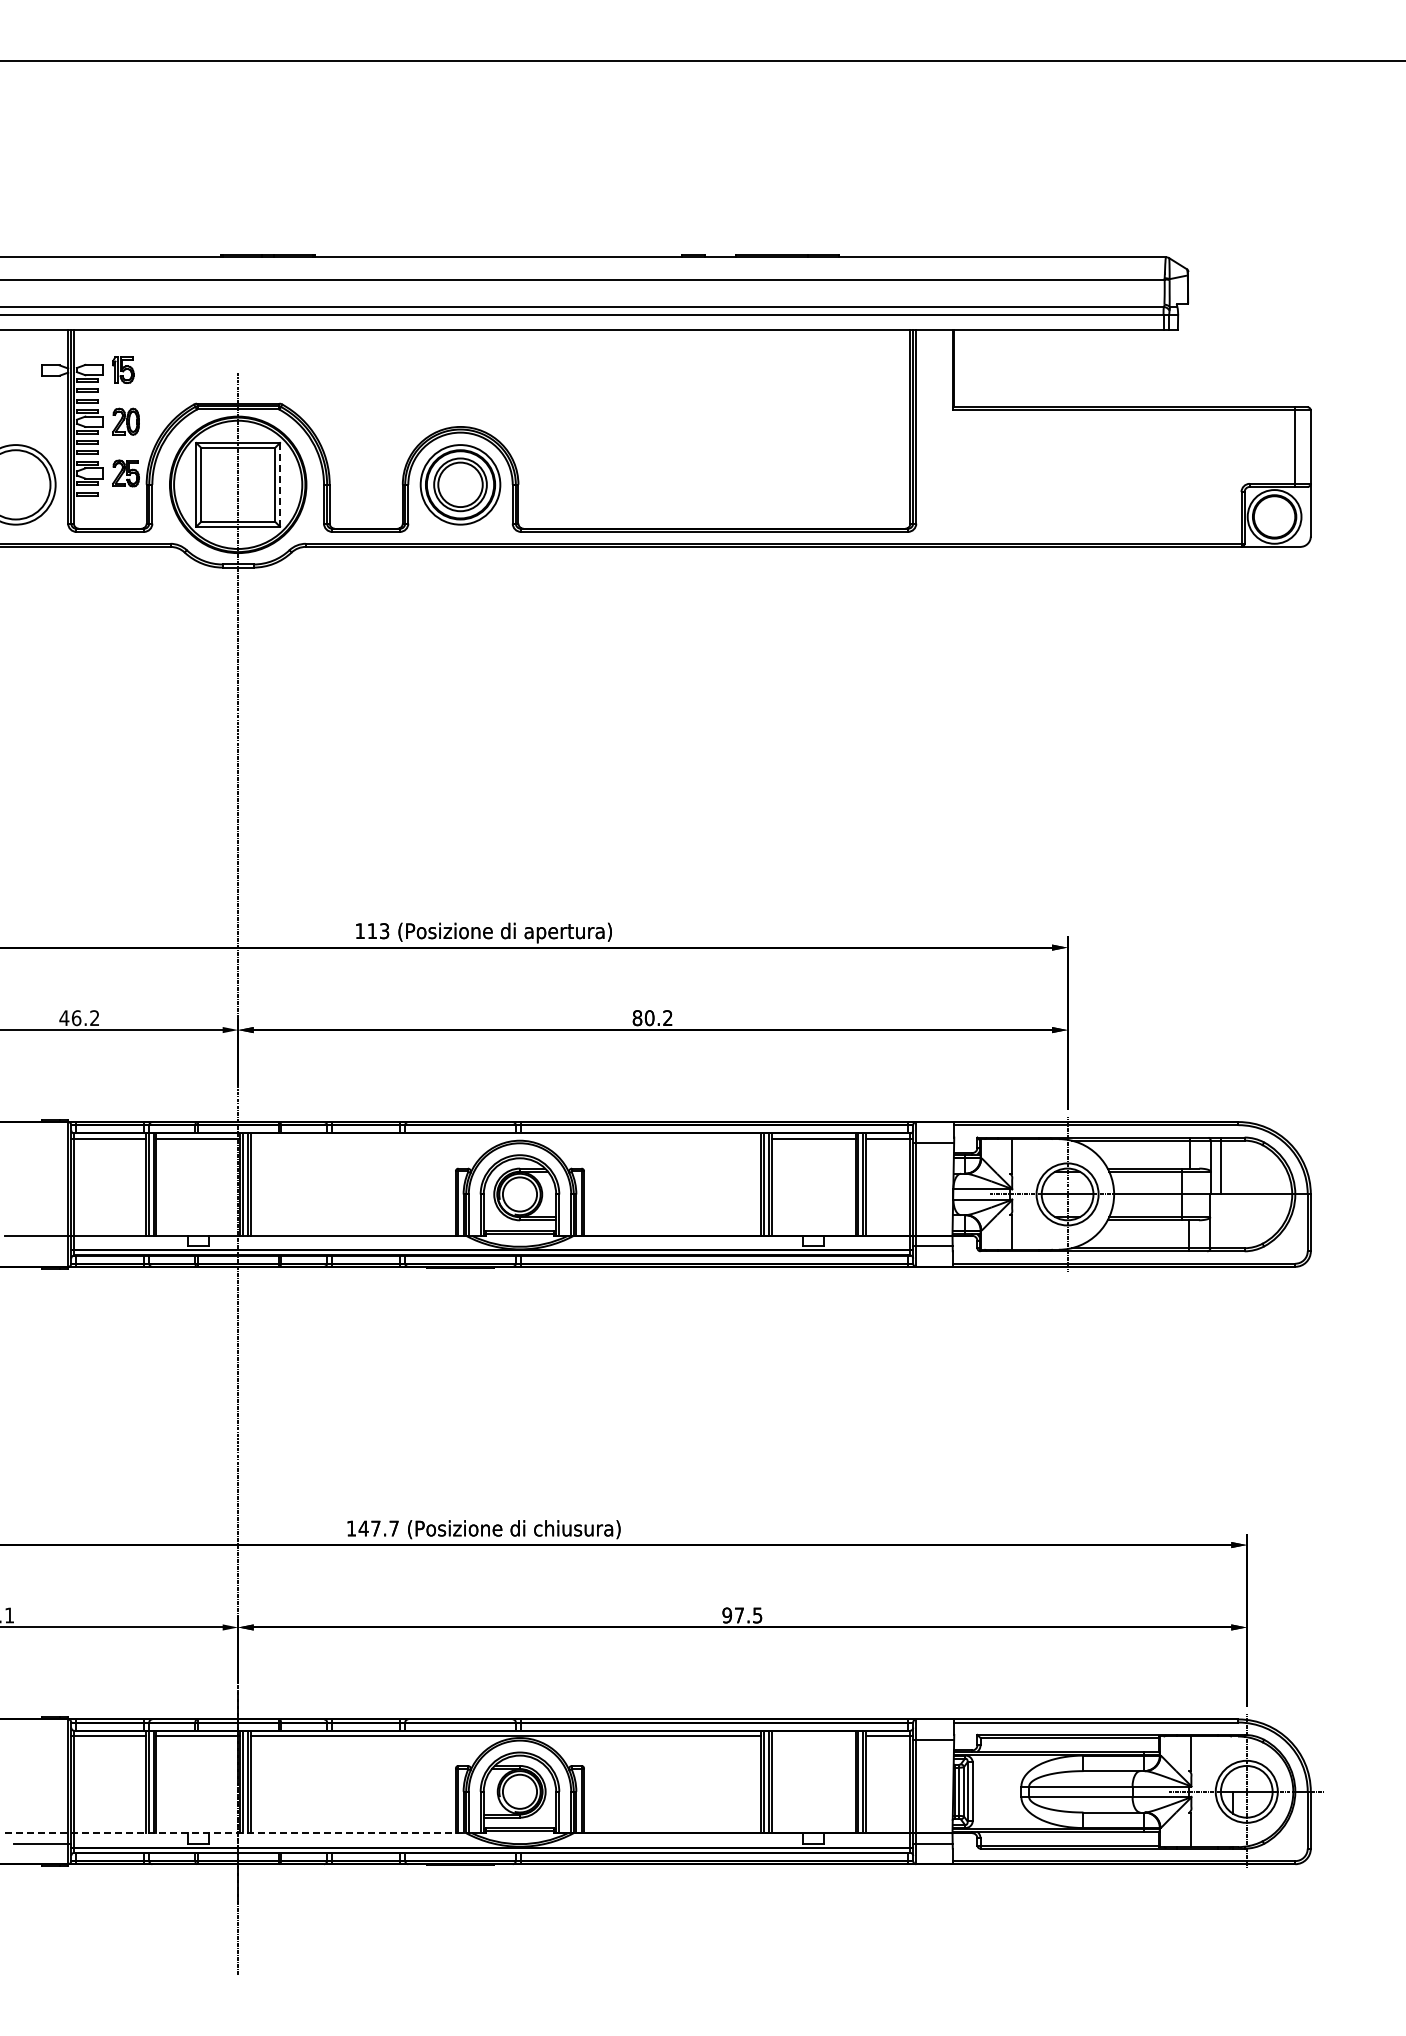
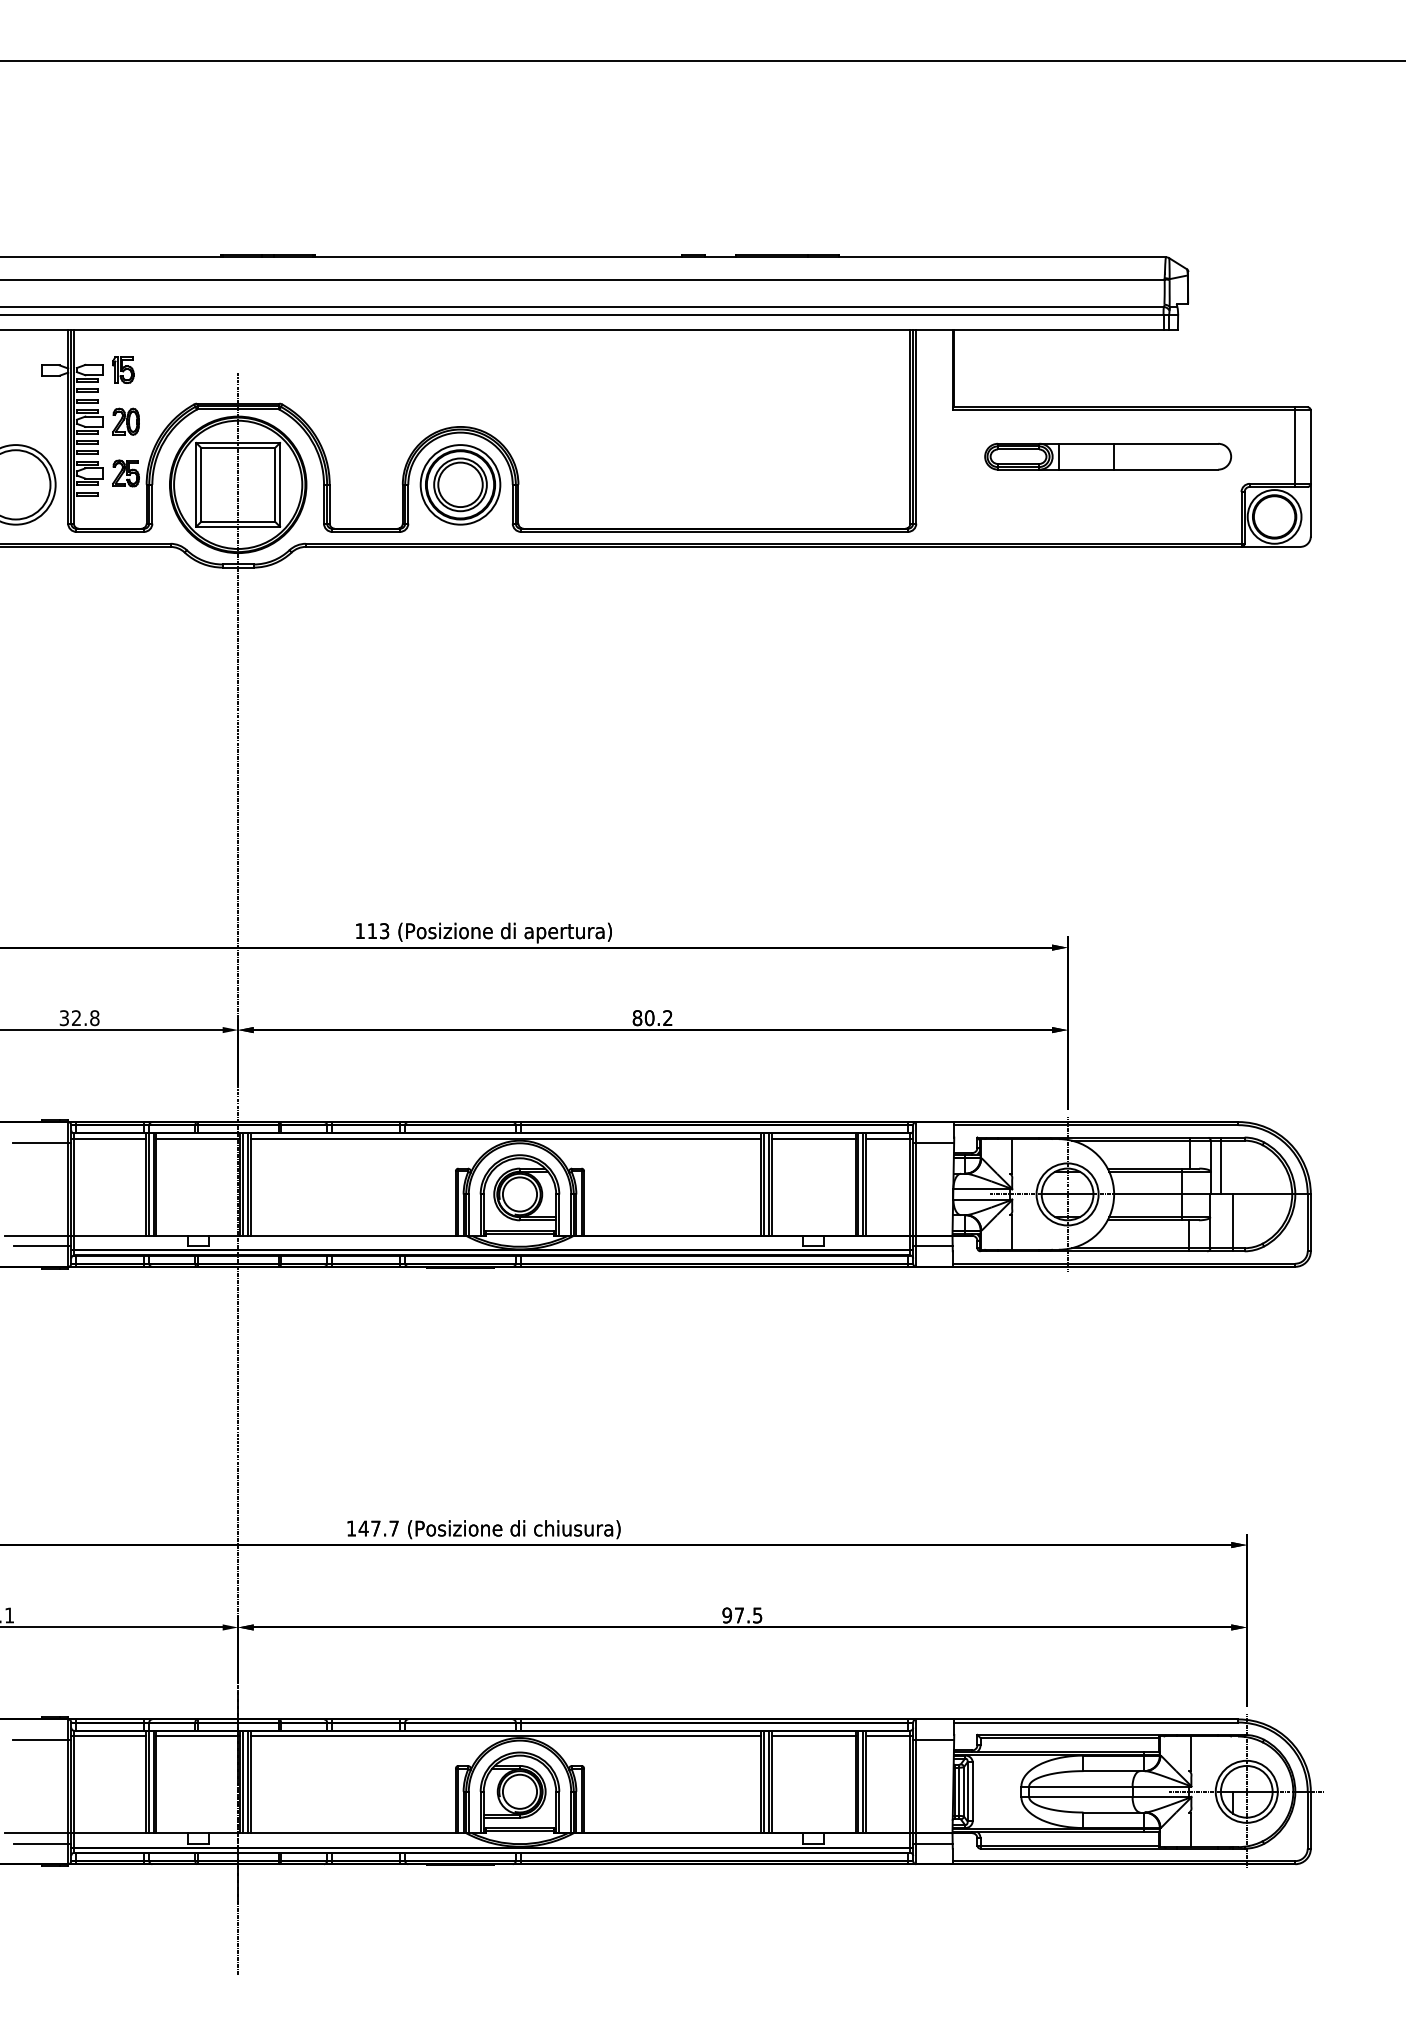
part at (1108, 456): none -> present
line at (280, 484): dashed -> solid
text at (79, 1018): 46.2 -> 32.8
line at (505, 1138): none -> present
line at (41, 1142): none -> present
line at (1233, 1222): none -> present
line at (42, 1246): none -> present
line at (813, 1735): none -> present
line at (41, 1740): none -> present
line at (235, 1833): dashed -> solid
